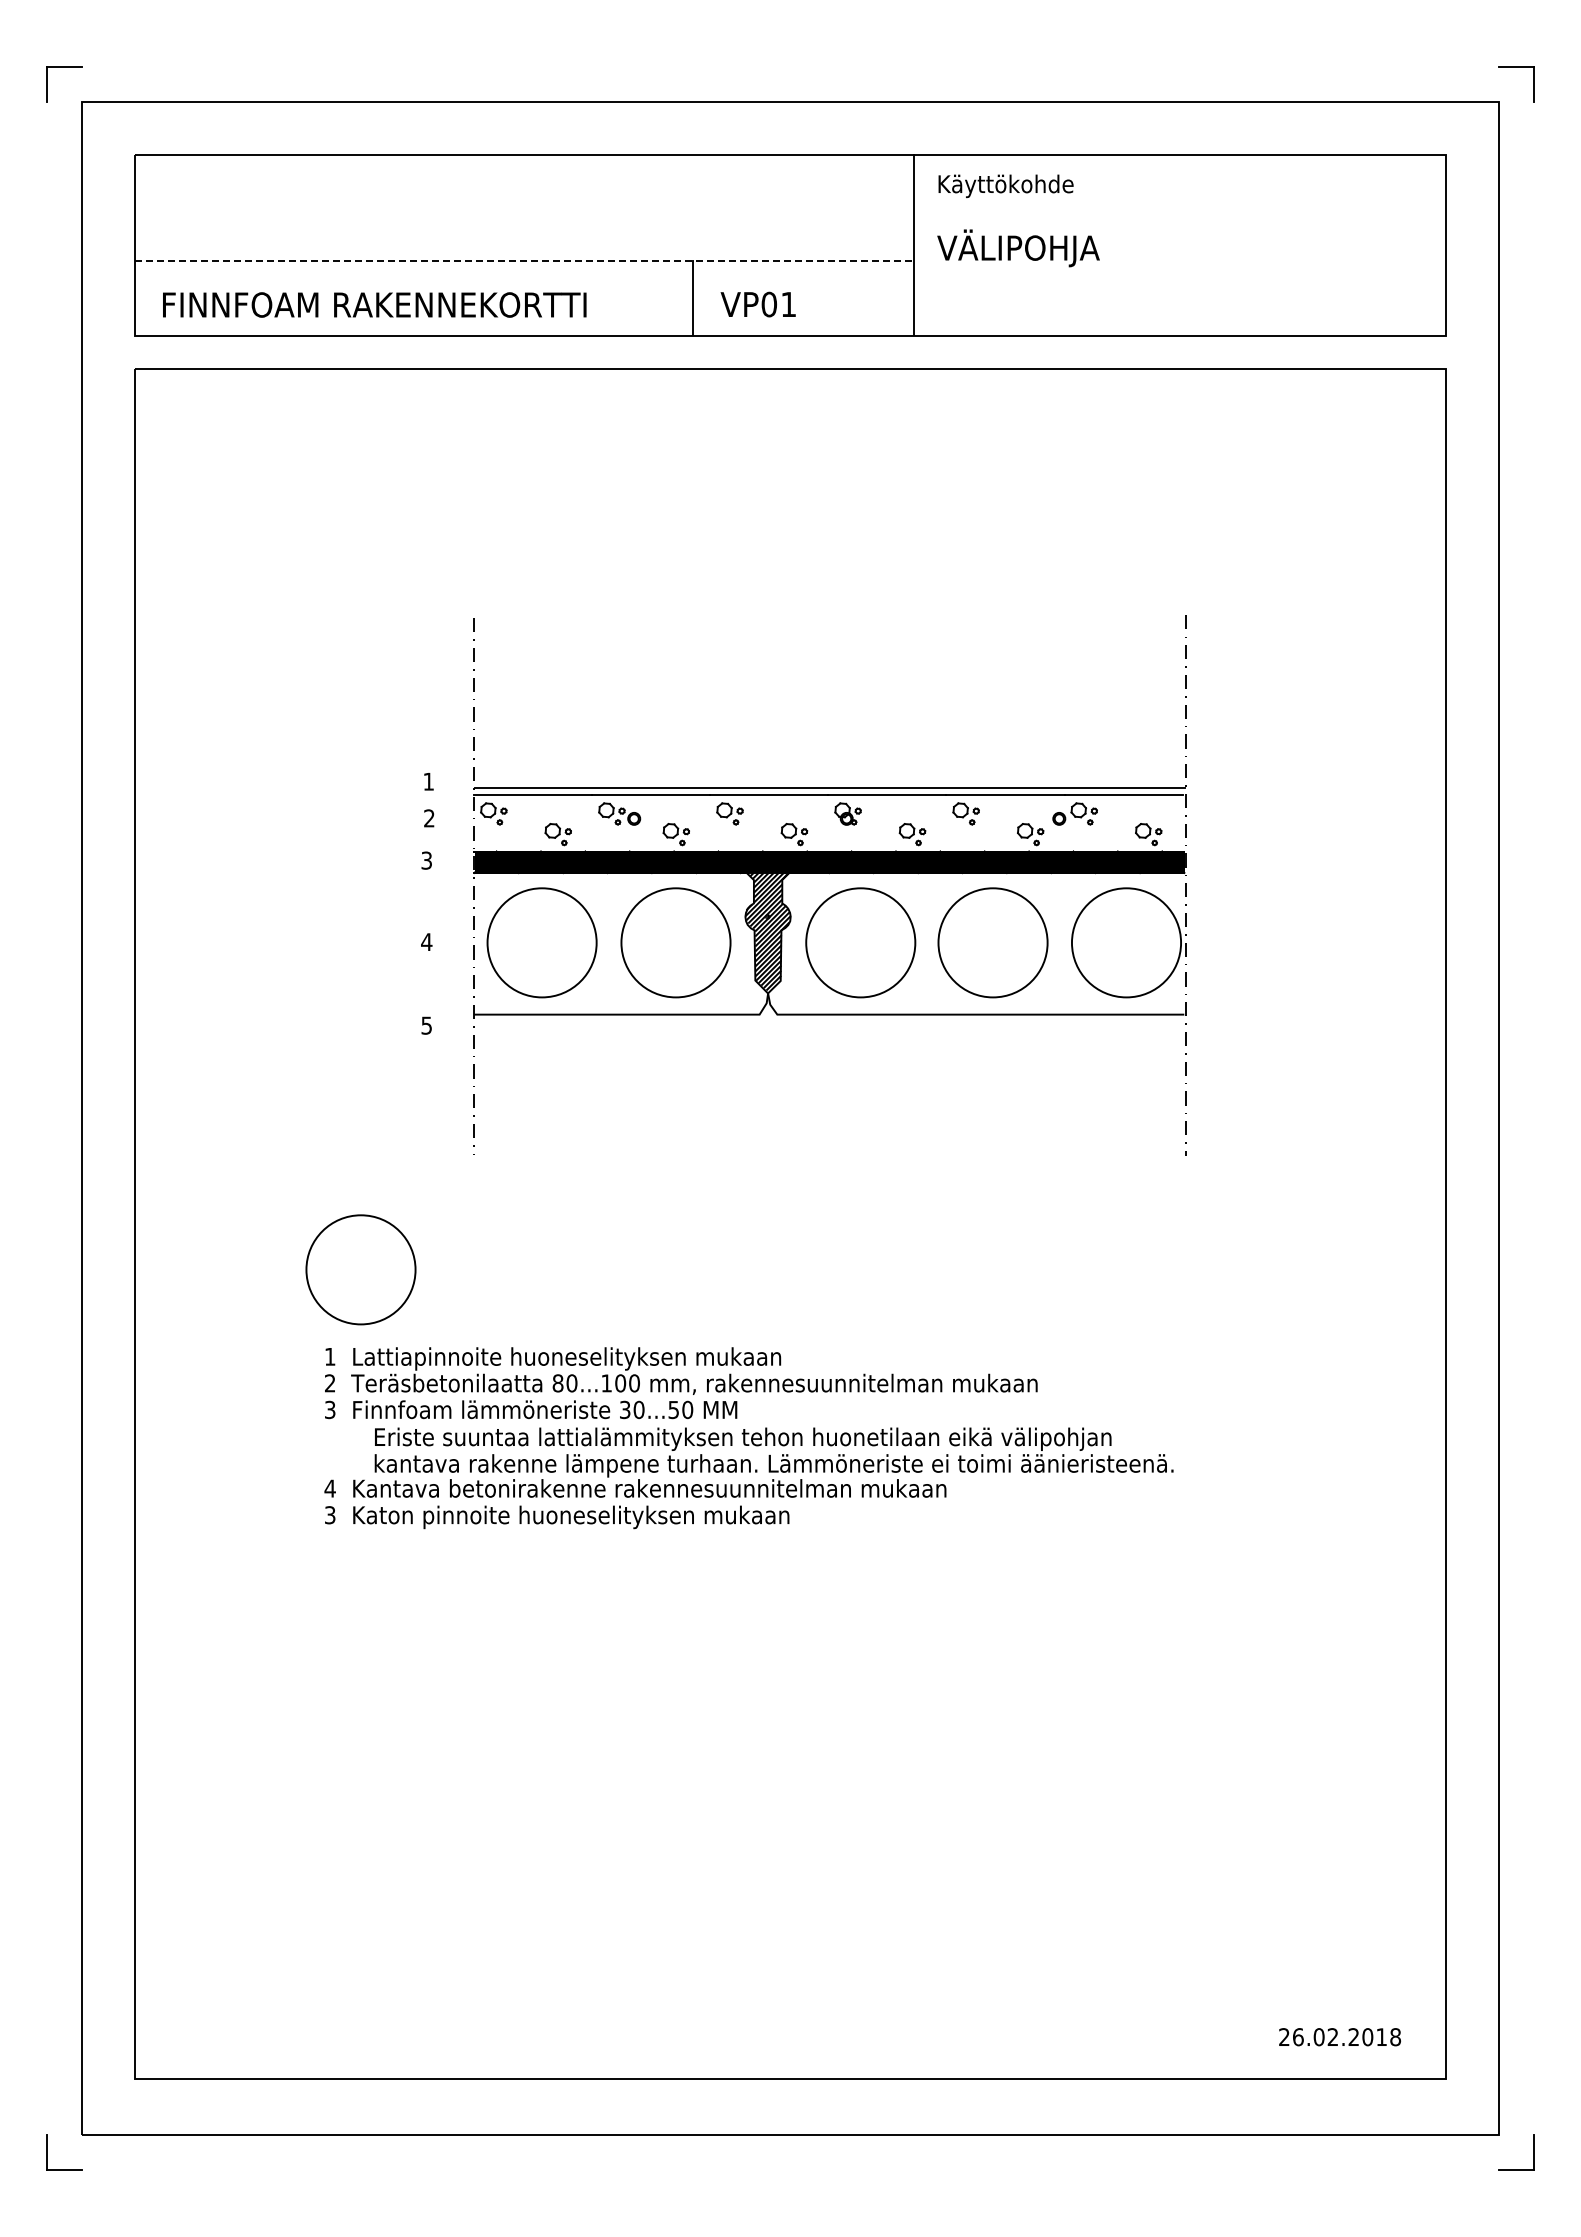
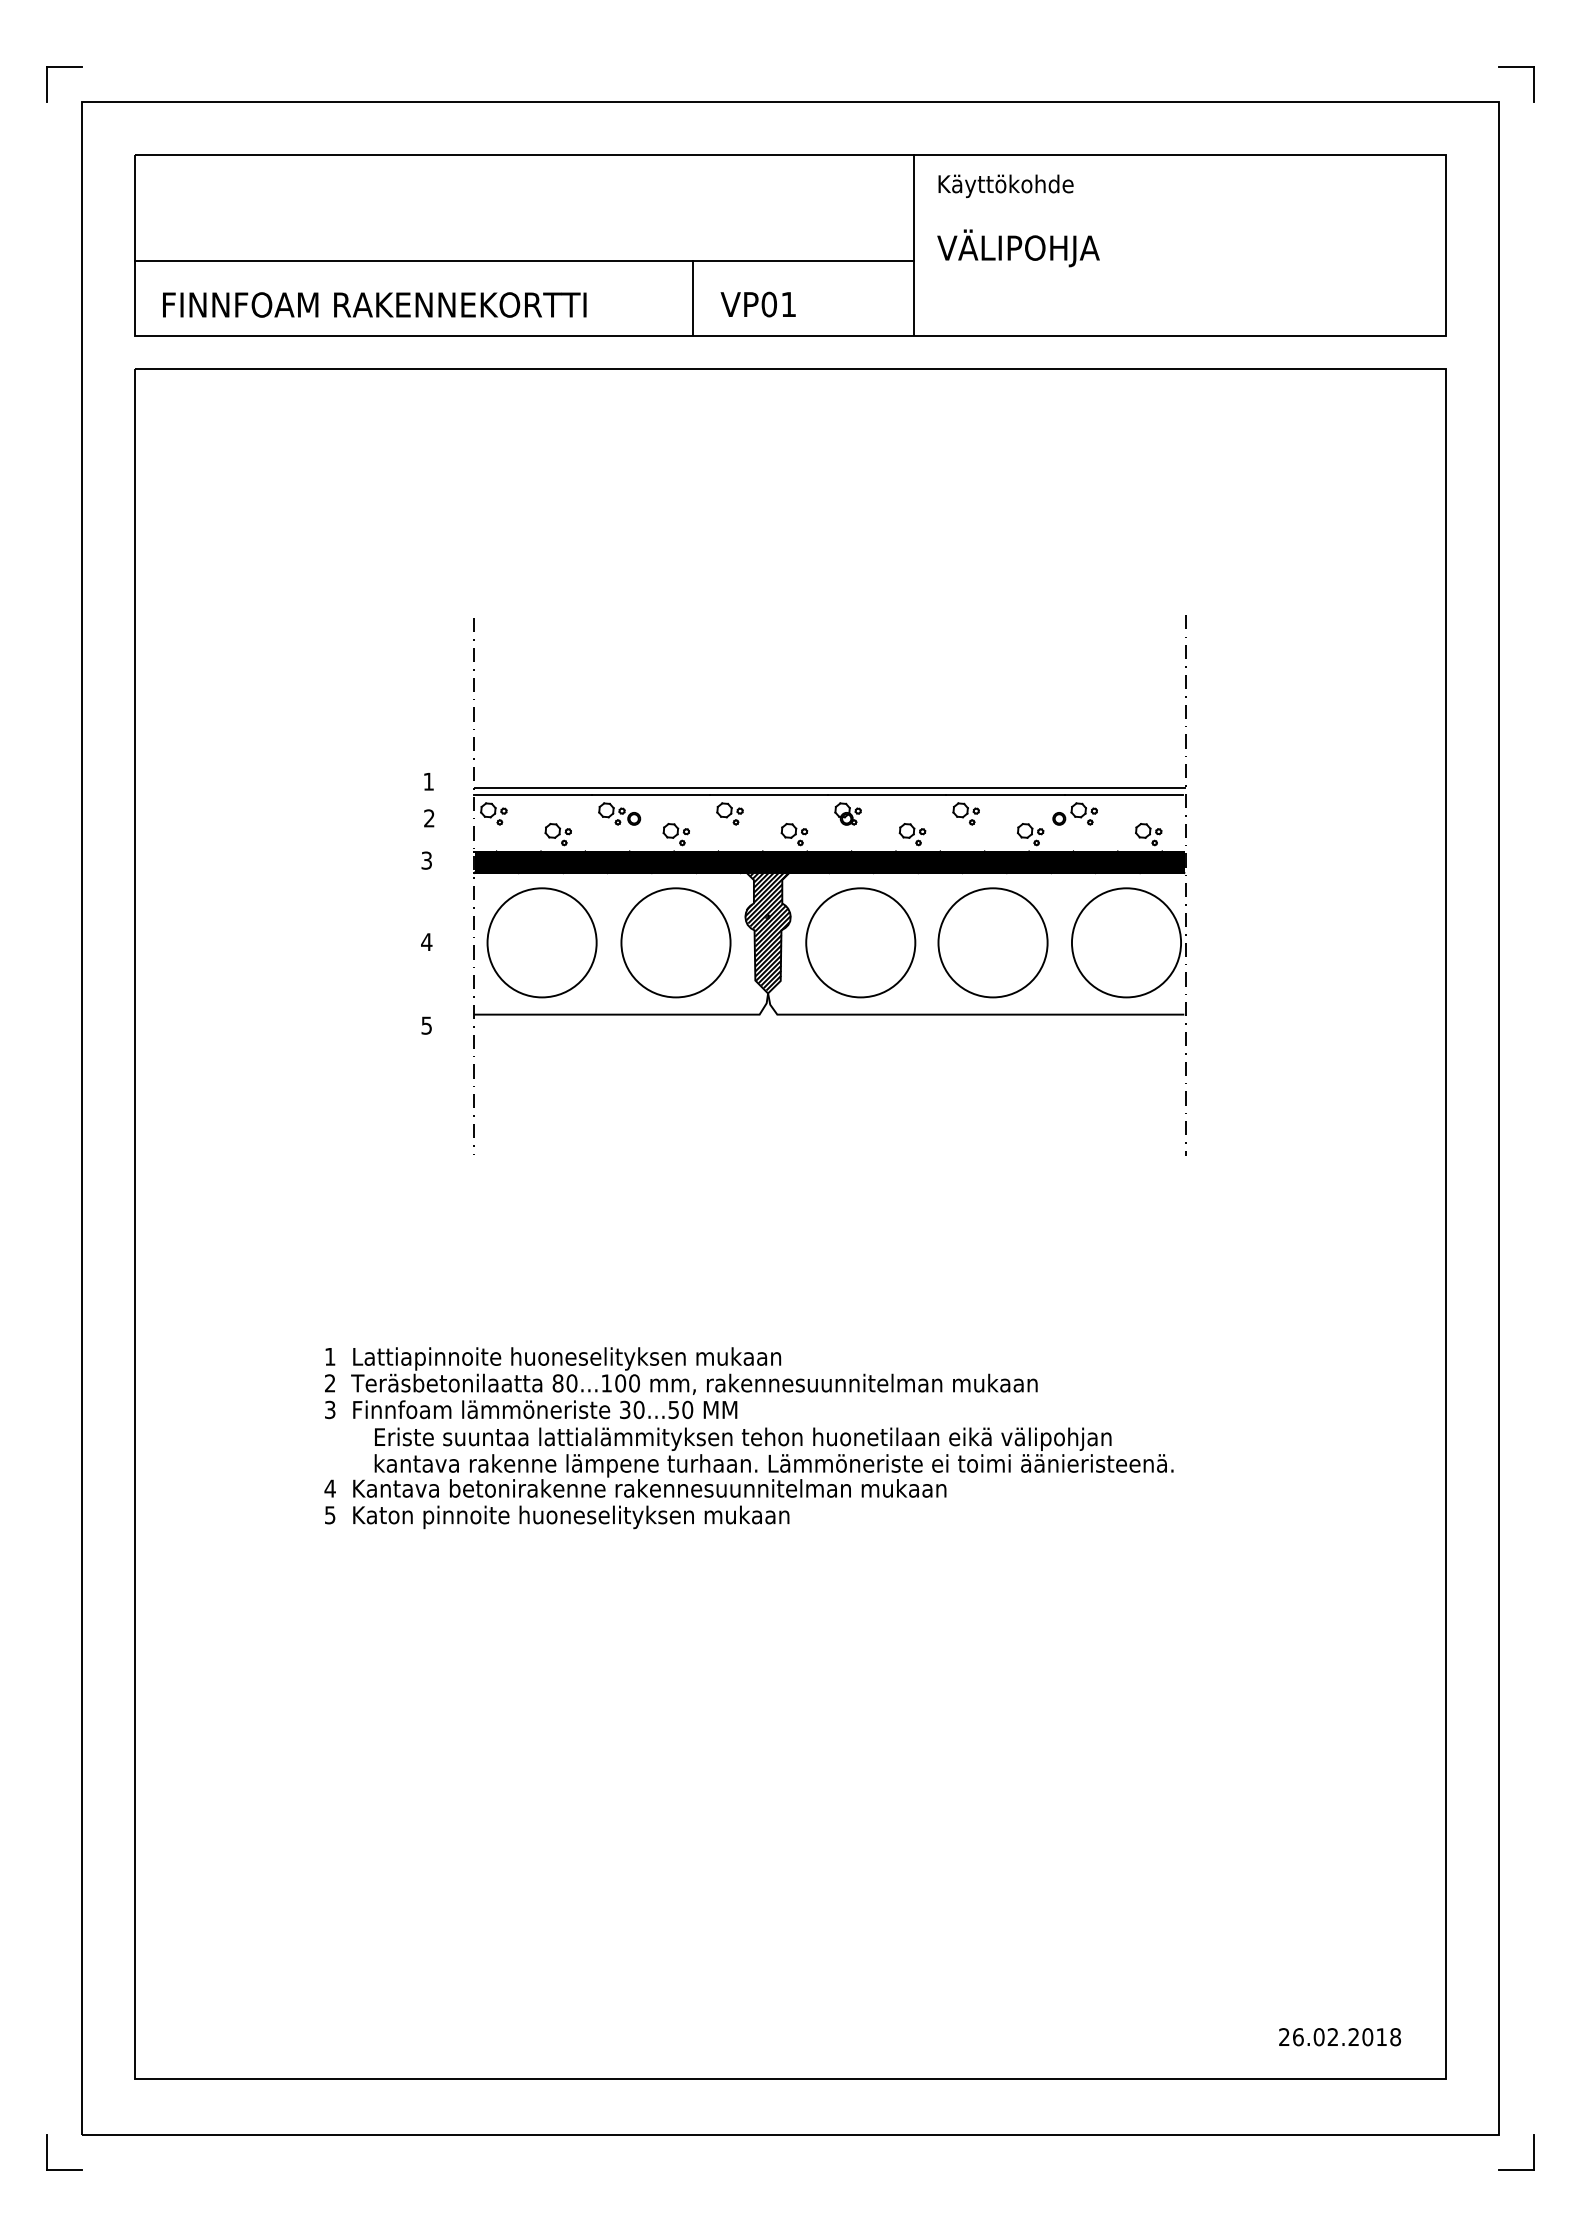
line at (525, 261): dashed -> solid
circle at (360, 1269): present -> none
text at (330, 1514): 3 -> 5
